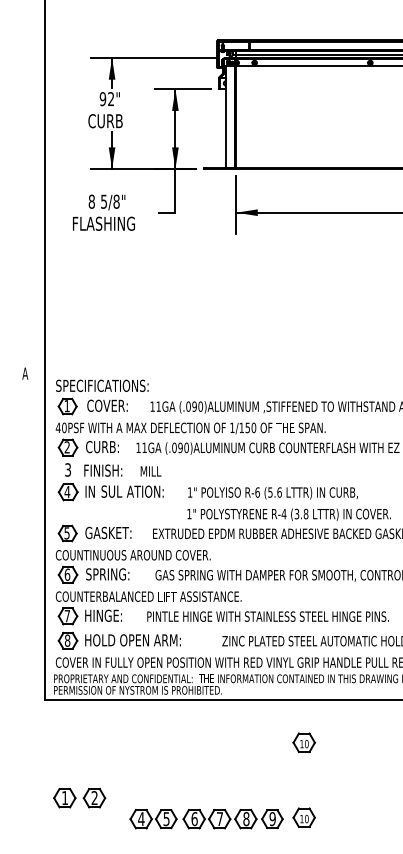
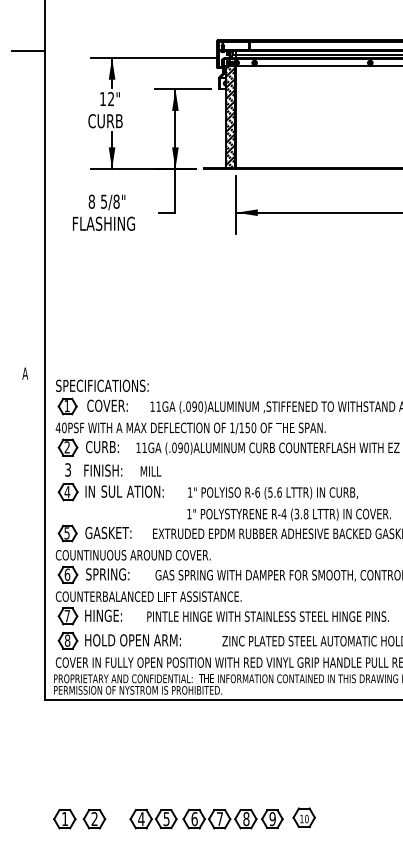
line at (28, 50): none -> present
text at (102, 99): 92" -> 12"
hatch at (230, 117): none -> present
part at (303, 742): present -> none
part at (79, 798) position: (79, 798) -> (79, 819)
